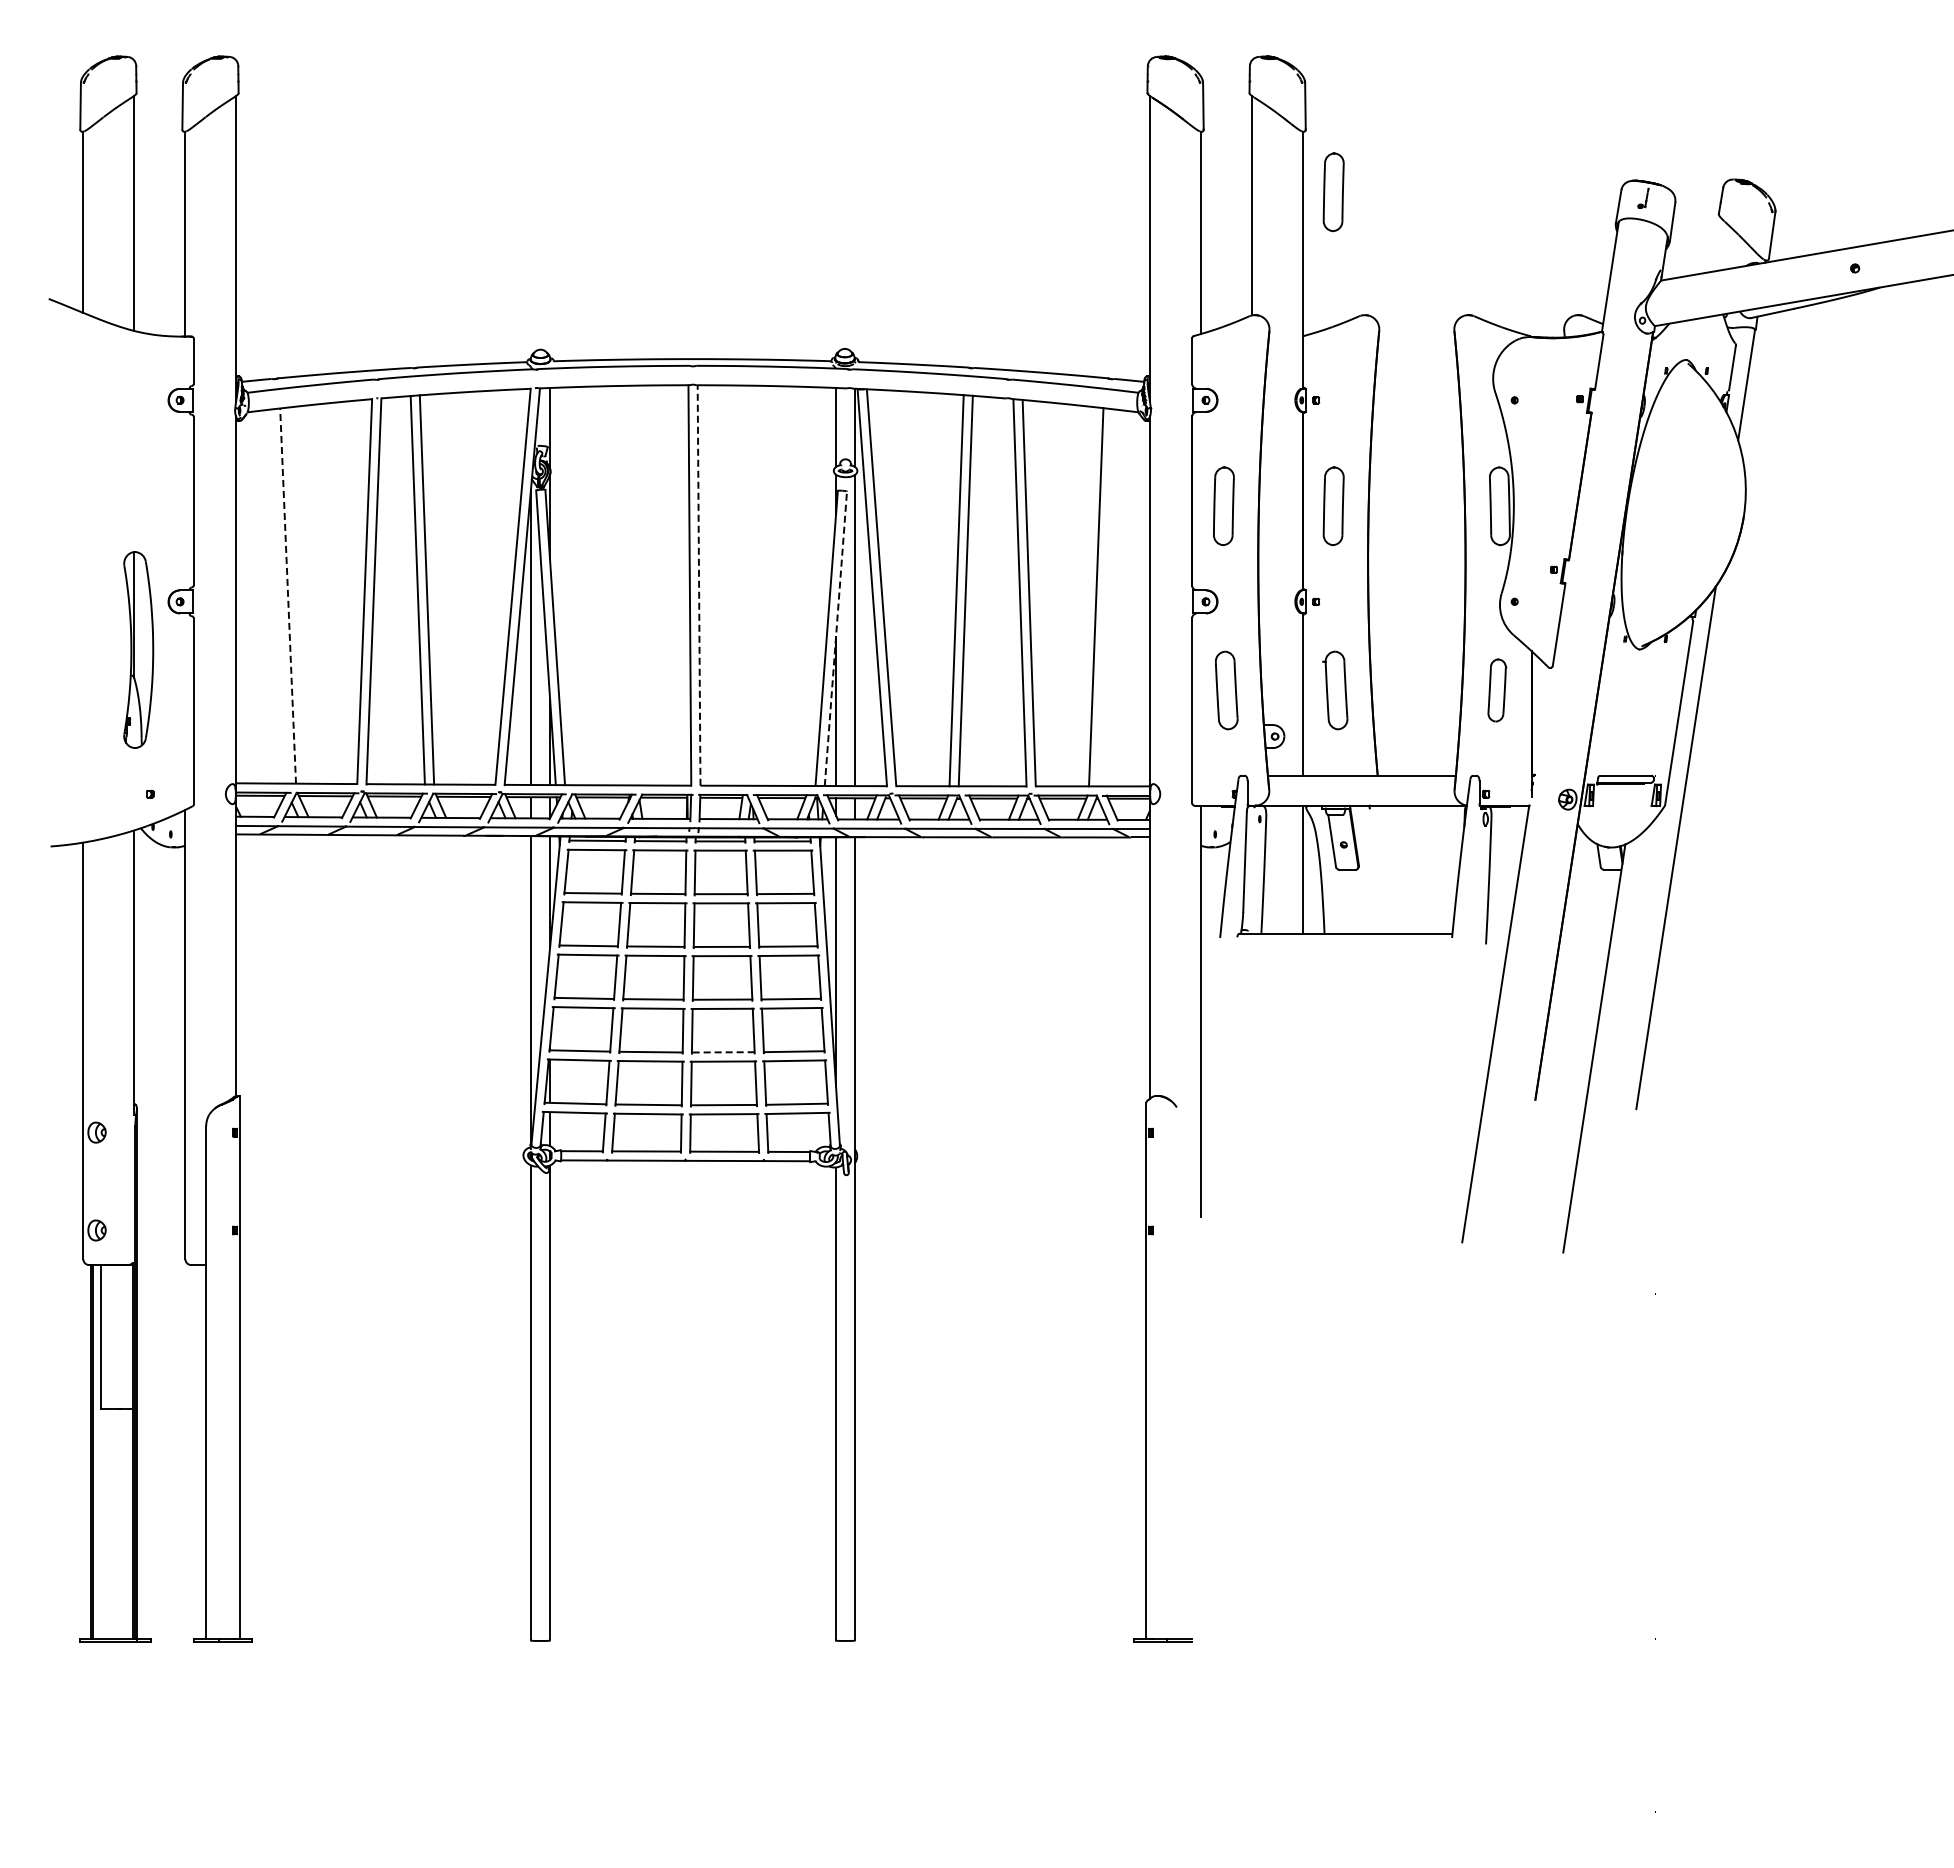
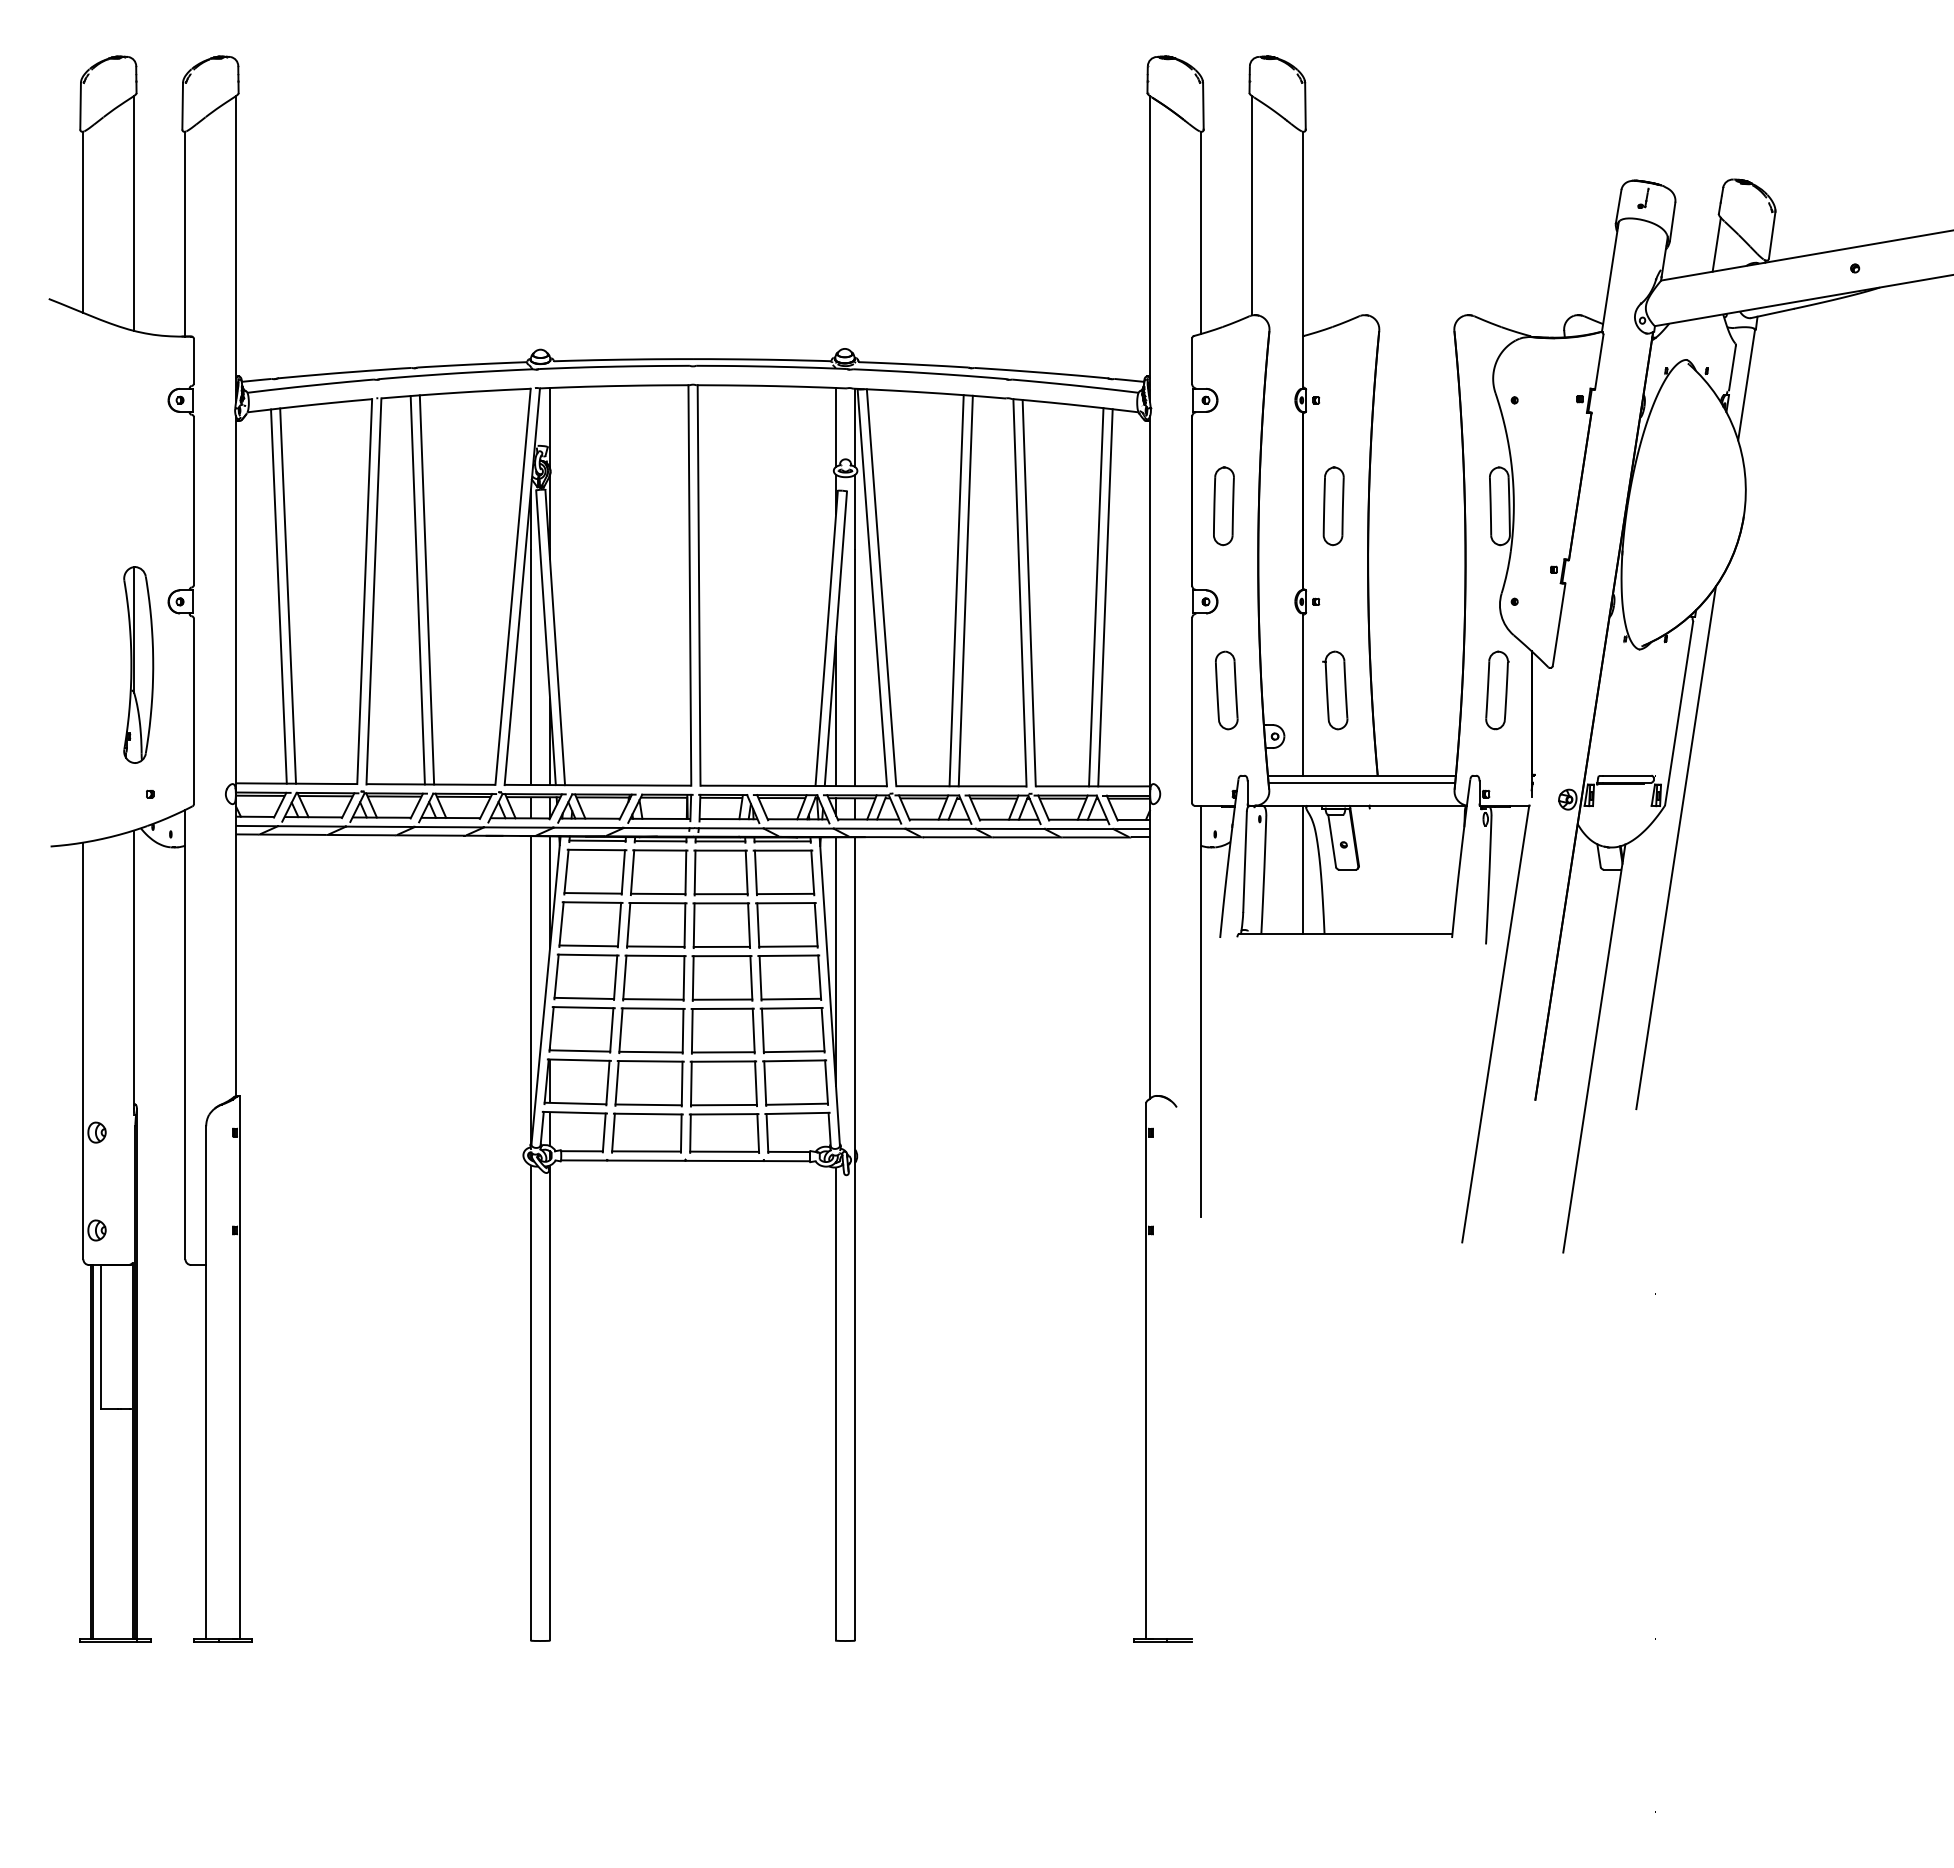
part at (1333, 192): present -> none
line at (1716, 244): none -> present
line at (699, 585): dashed -> solid
line at (278, 596): none -> present
line at (288, 596): dashed -> solid
line at (1105, 597): none -> present
line at (835, 638): dashed -> solid
part at (138, 649) position: (138, 649) -> (138, 664)
part at (1497, 690) size: 21x65 px -> 25x81 px
line at (1361, 782): none -> present
line at (722, 1052): dashed -> solid
